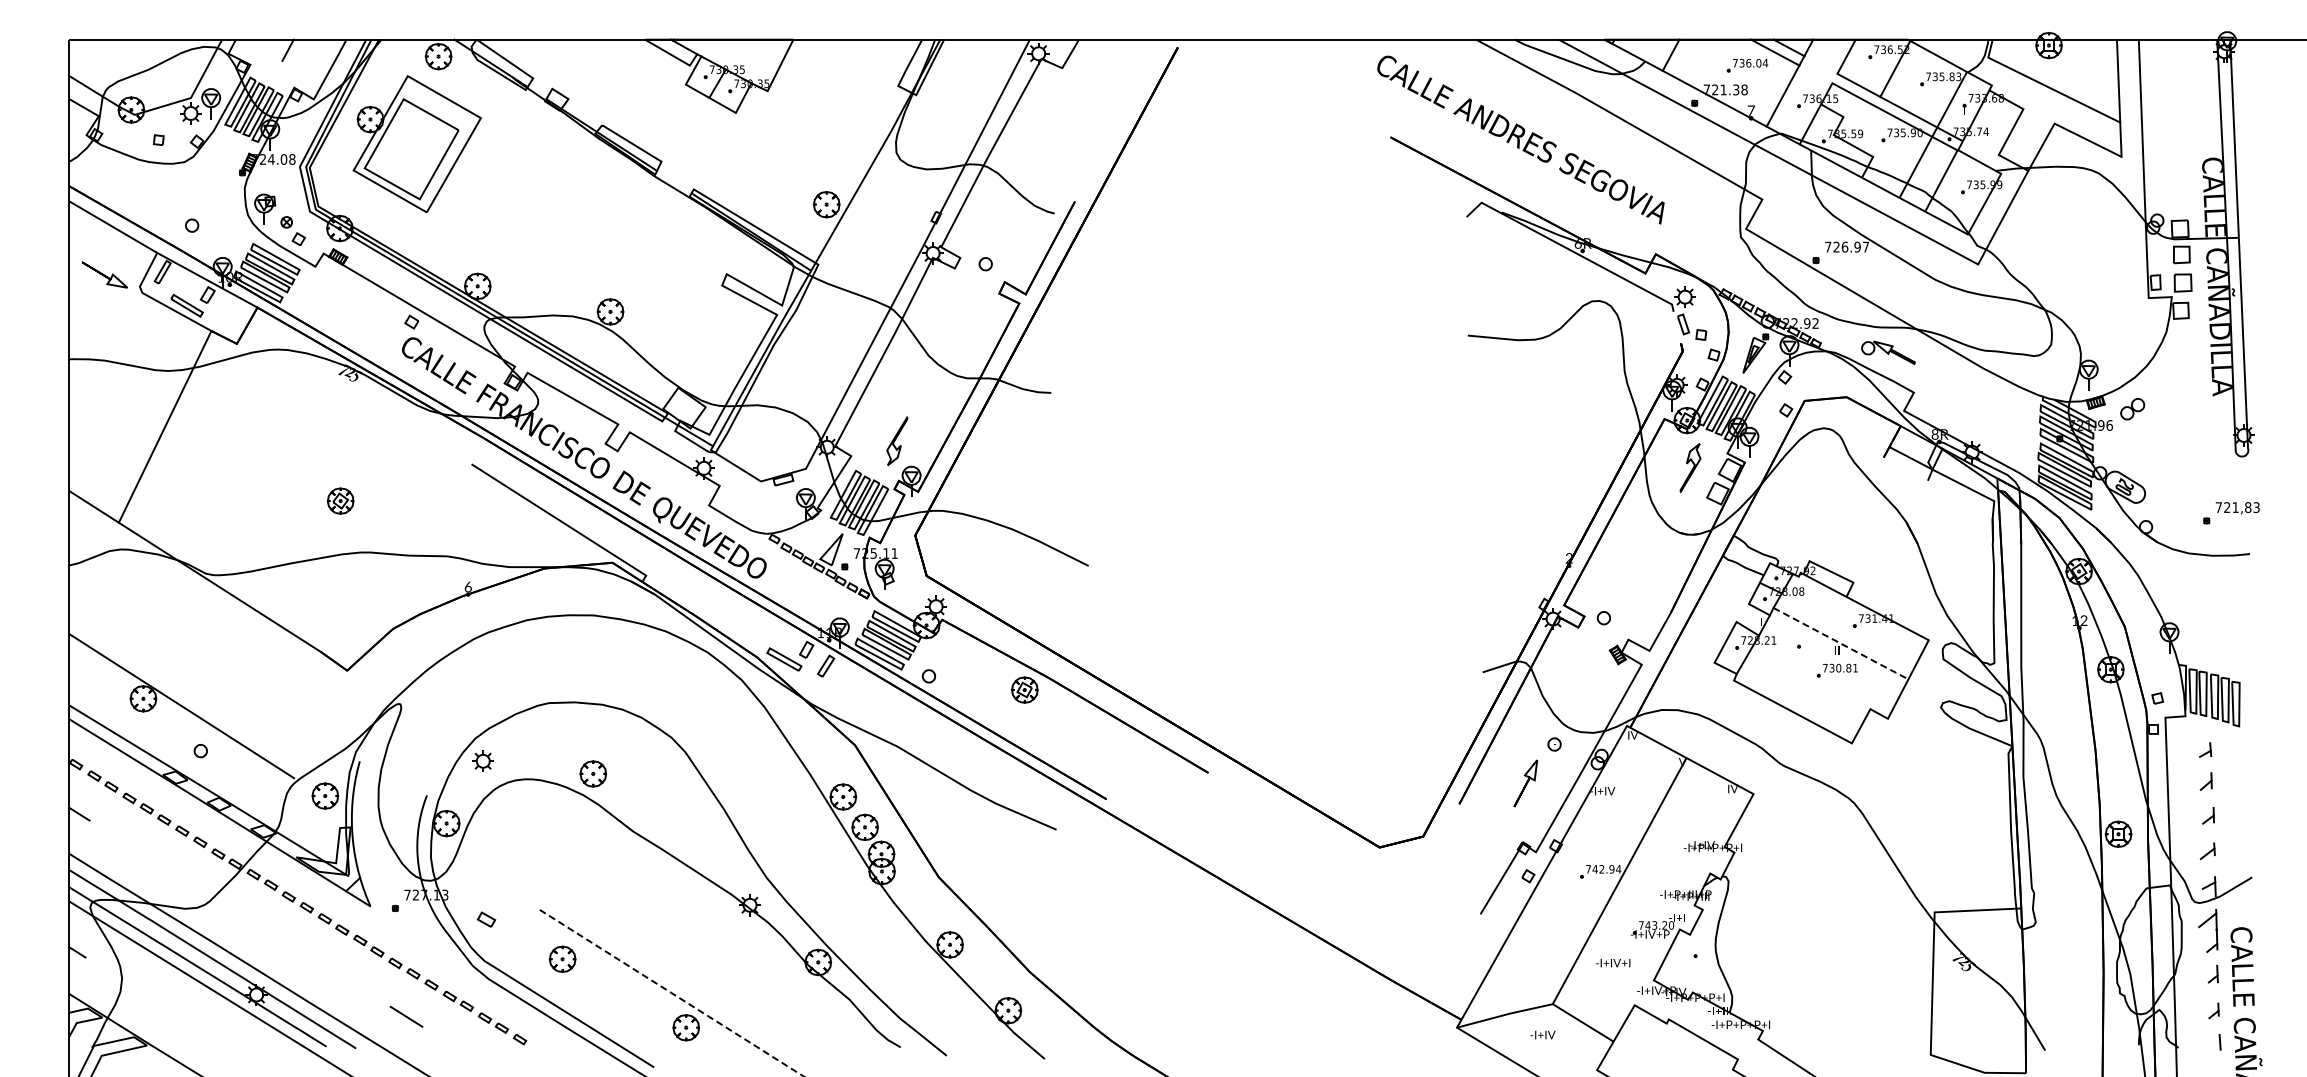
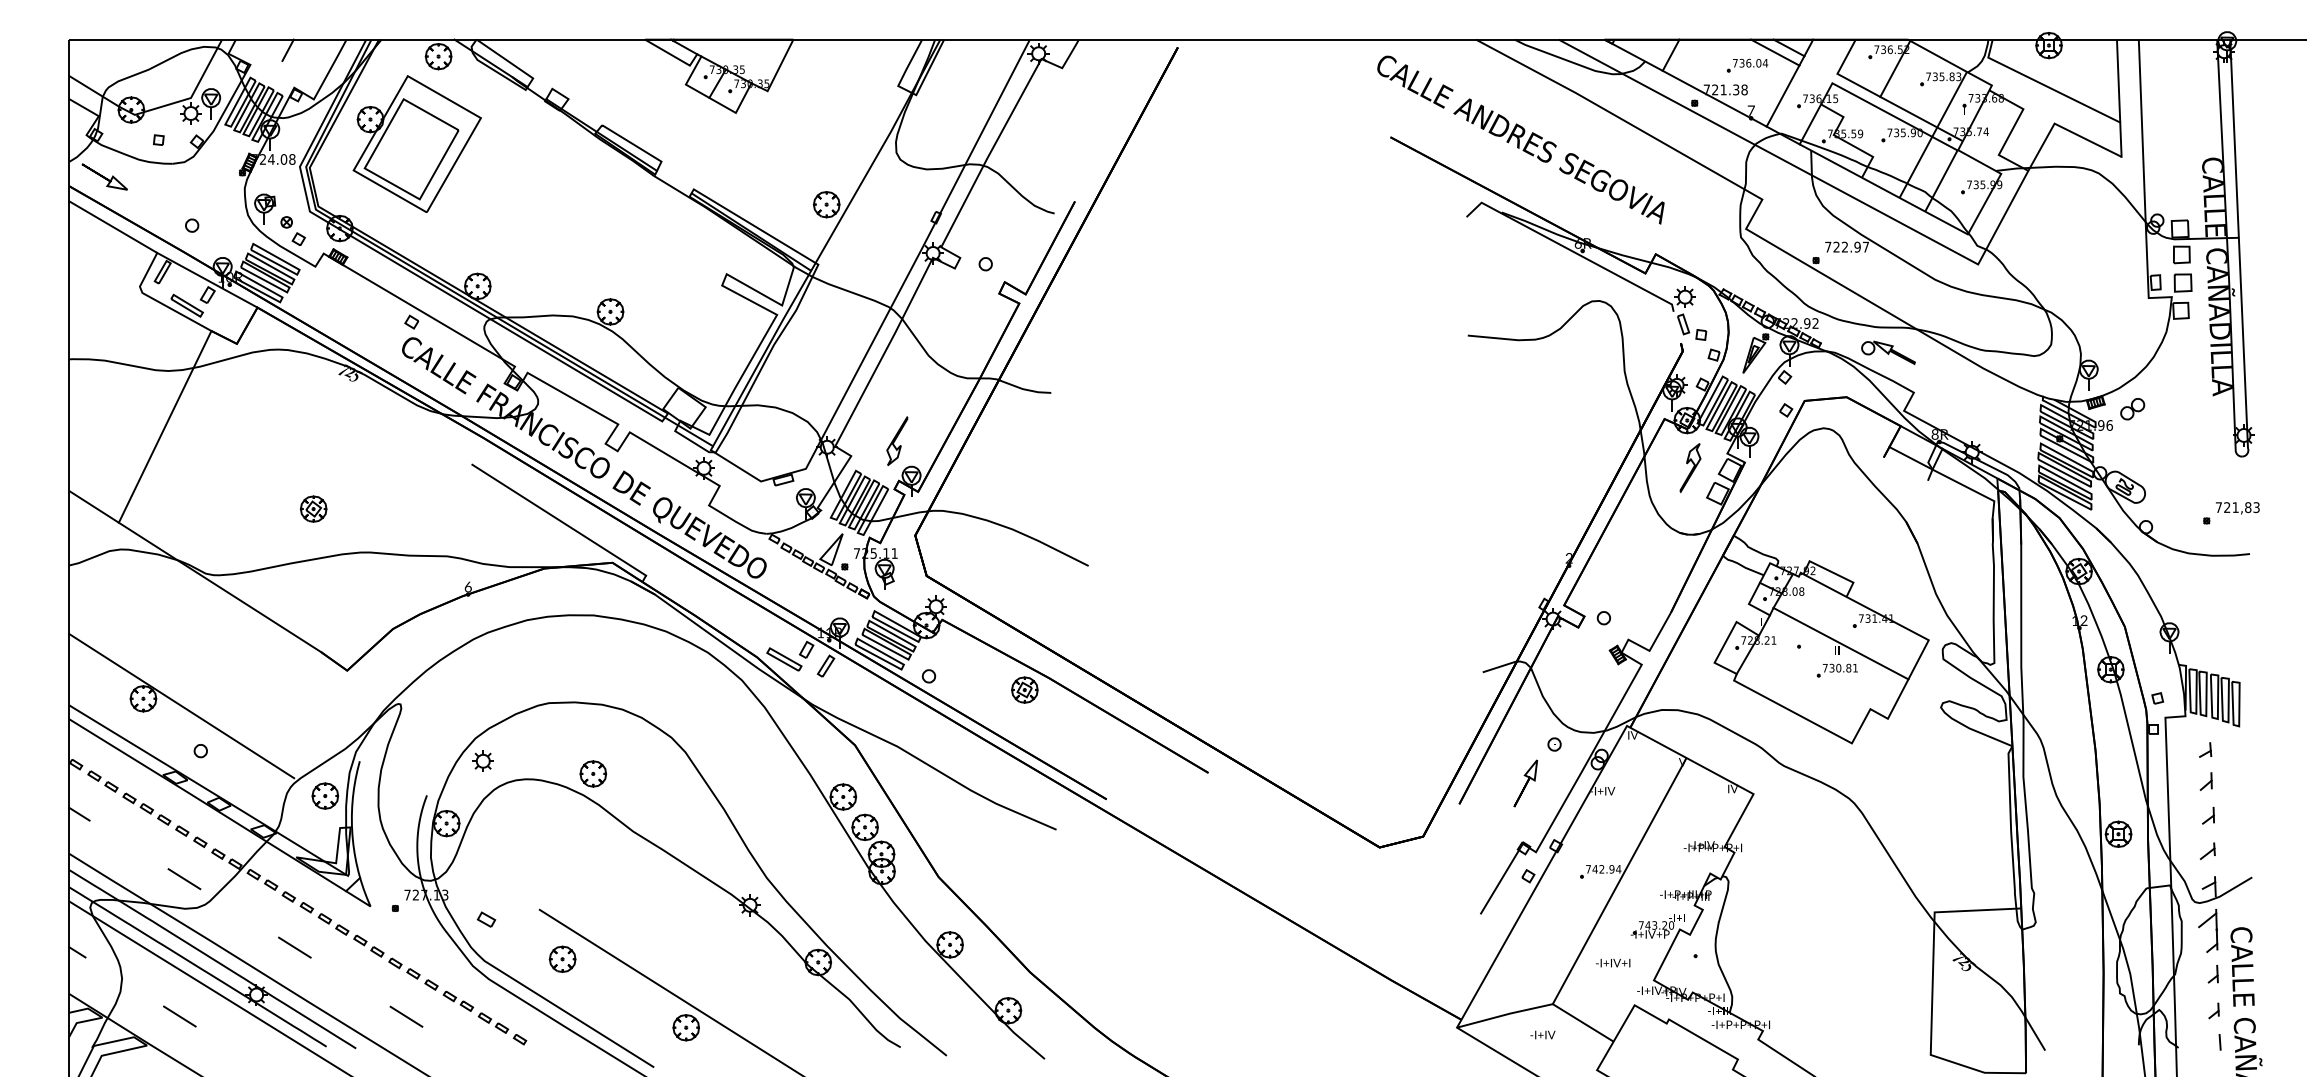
text at (1844, 246): 726.97 -> 722.97
part at (104, 274) position: (104, 274) -> (104, 176)
part at (340, 500) position: (340, 500) -> (313, 508)
line at (1841, 643): dashed -> solid
line at (184, 879): none -> present
line at (294, 947): none -> present
line at (672, 993): dashed -> solid
line at (179, 1016): none -> present
